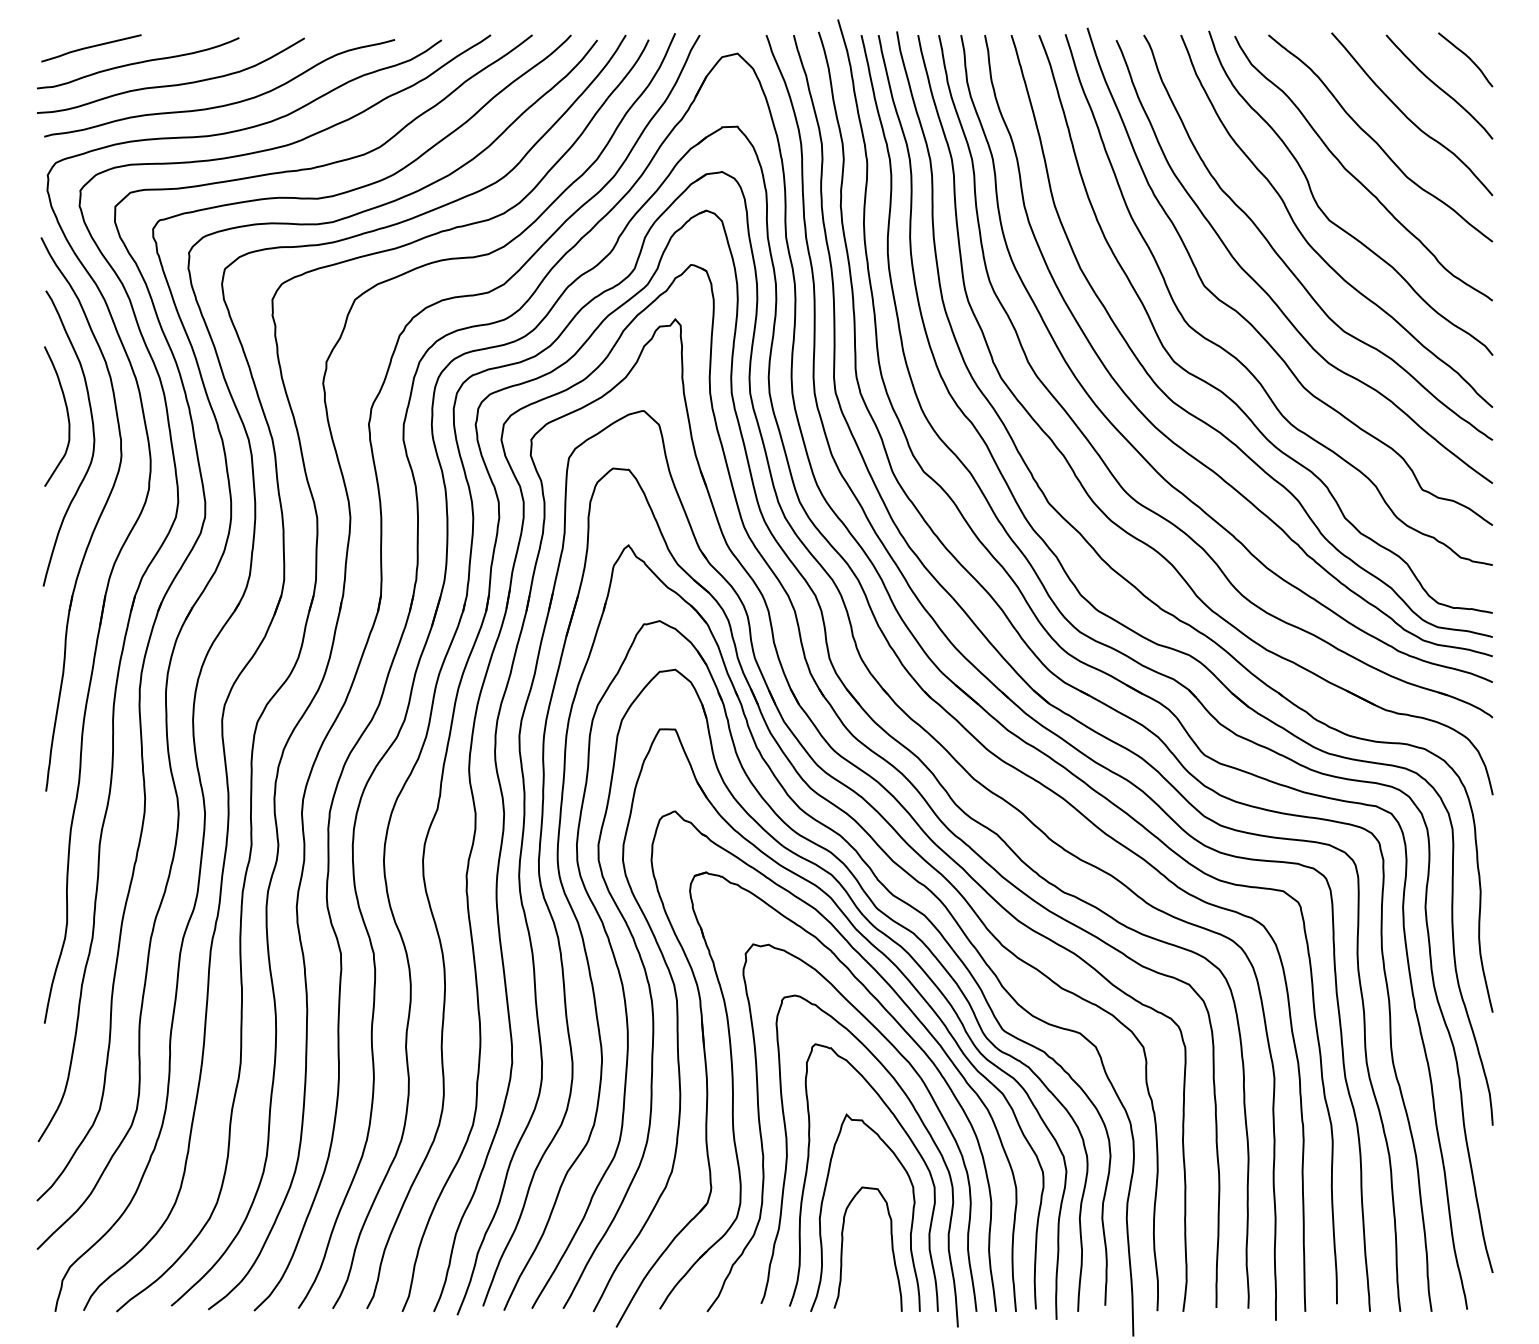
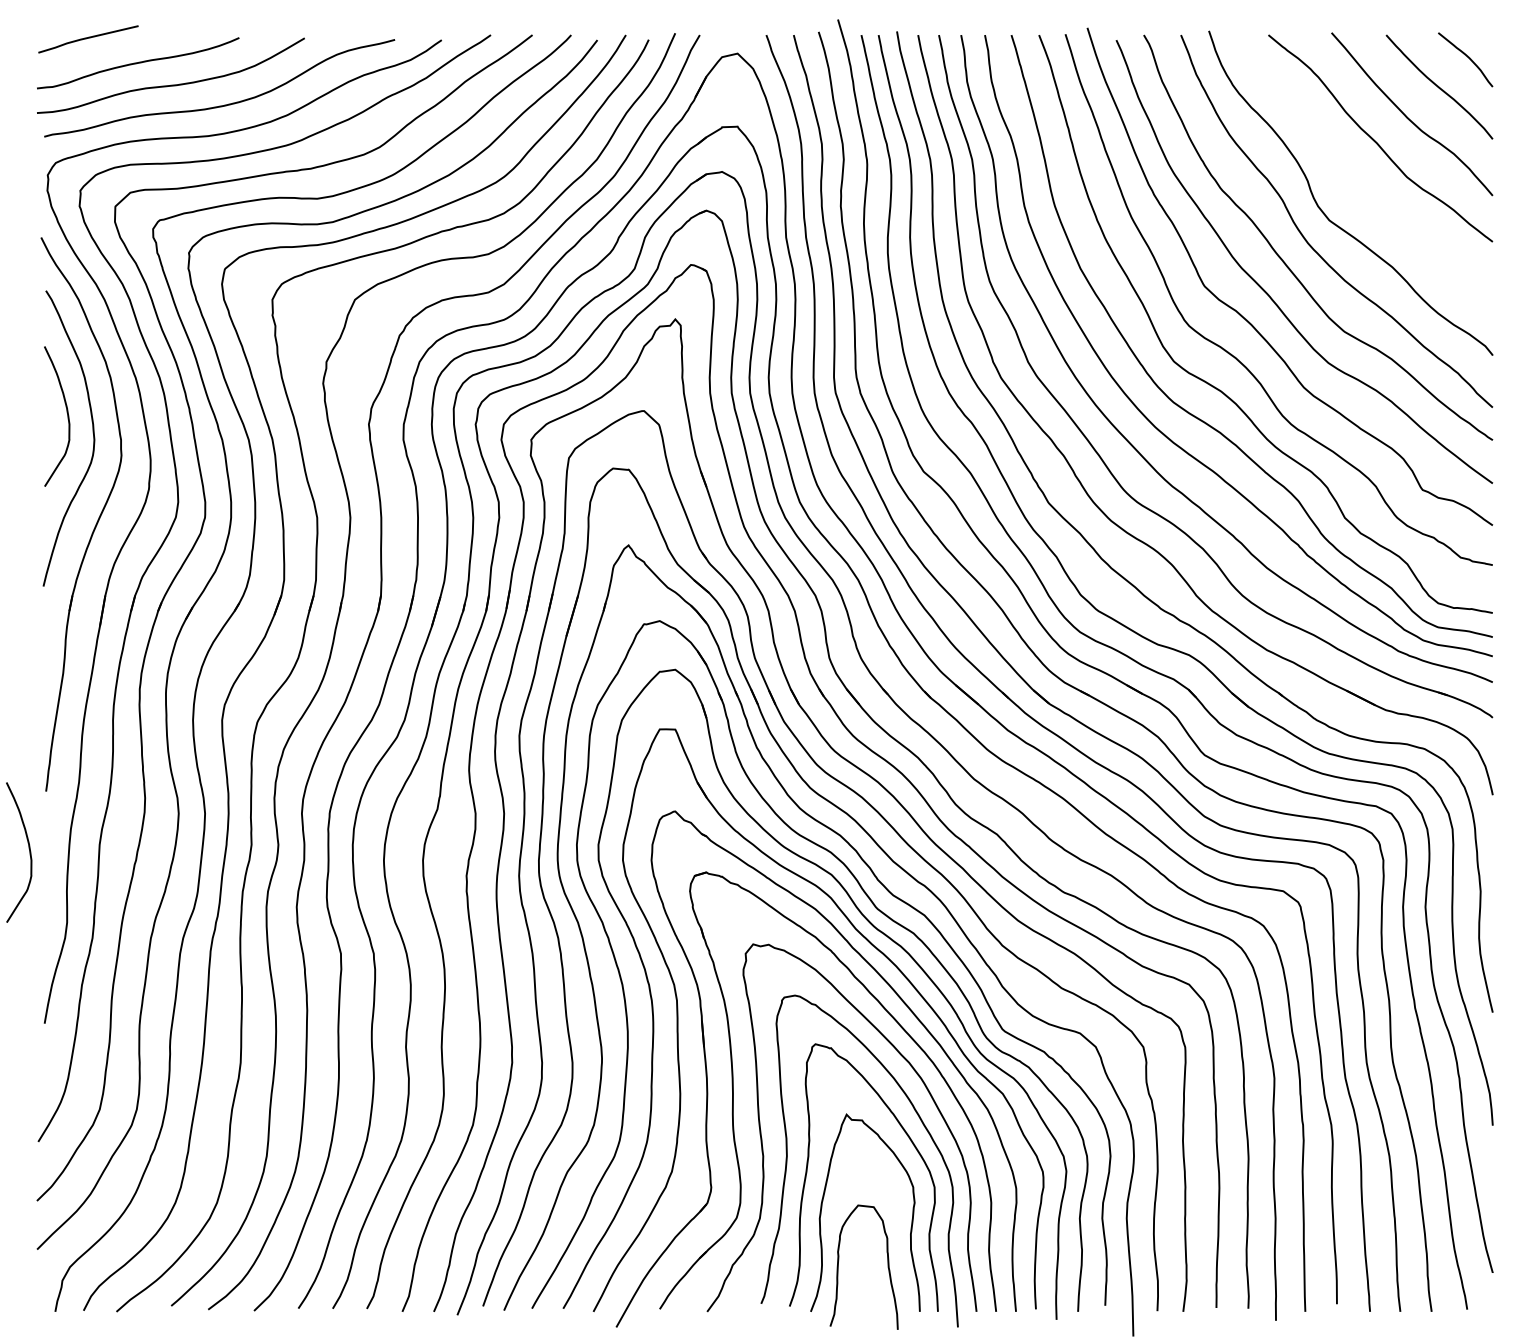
line at (91, 47) position: (91, 47) -> (88, 38)
curve at (1355, 176): present -> none
curve at (28, 848): none -> present
curve at (891, 1248) position: (891, 1248) -> (887, 1266)
